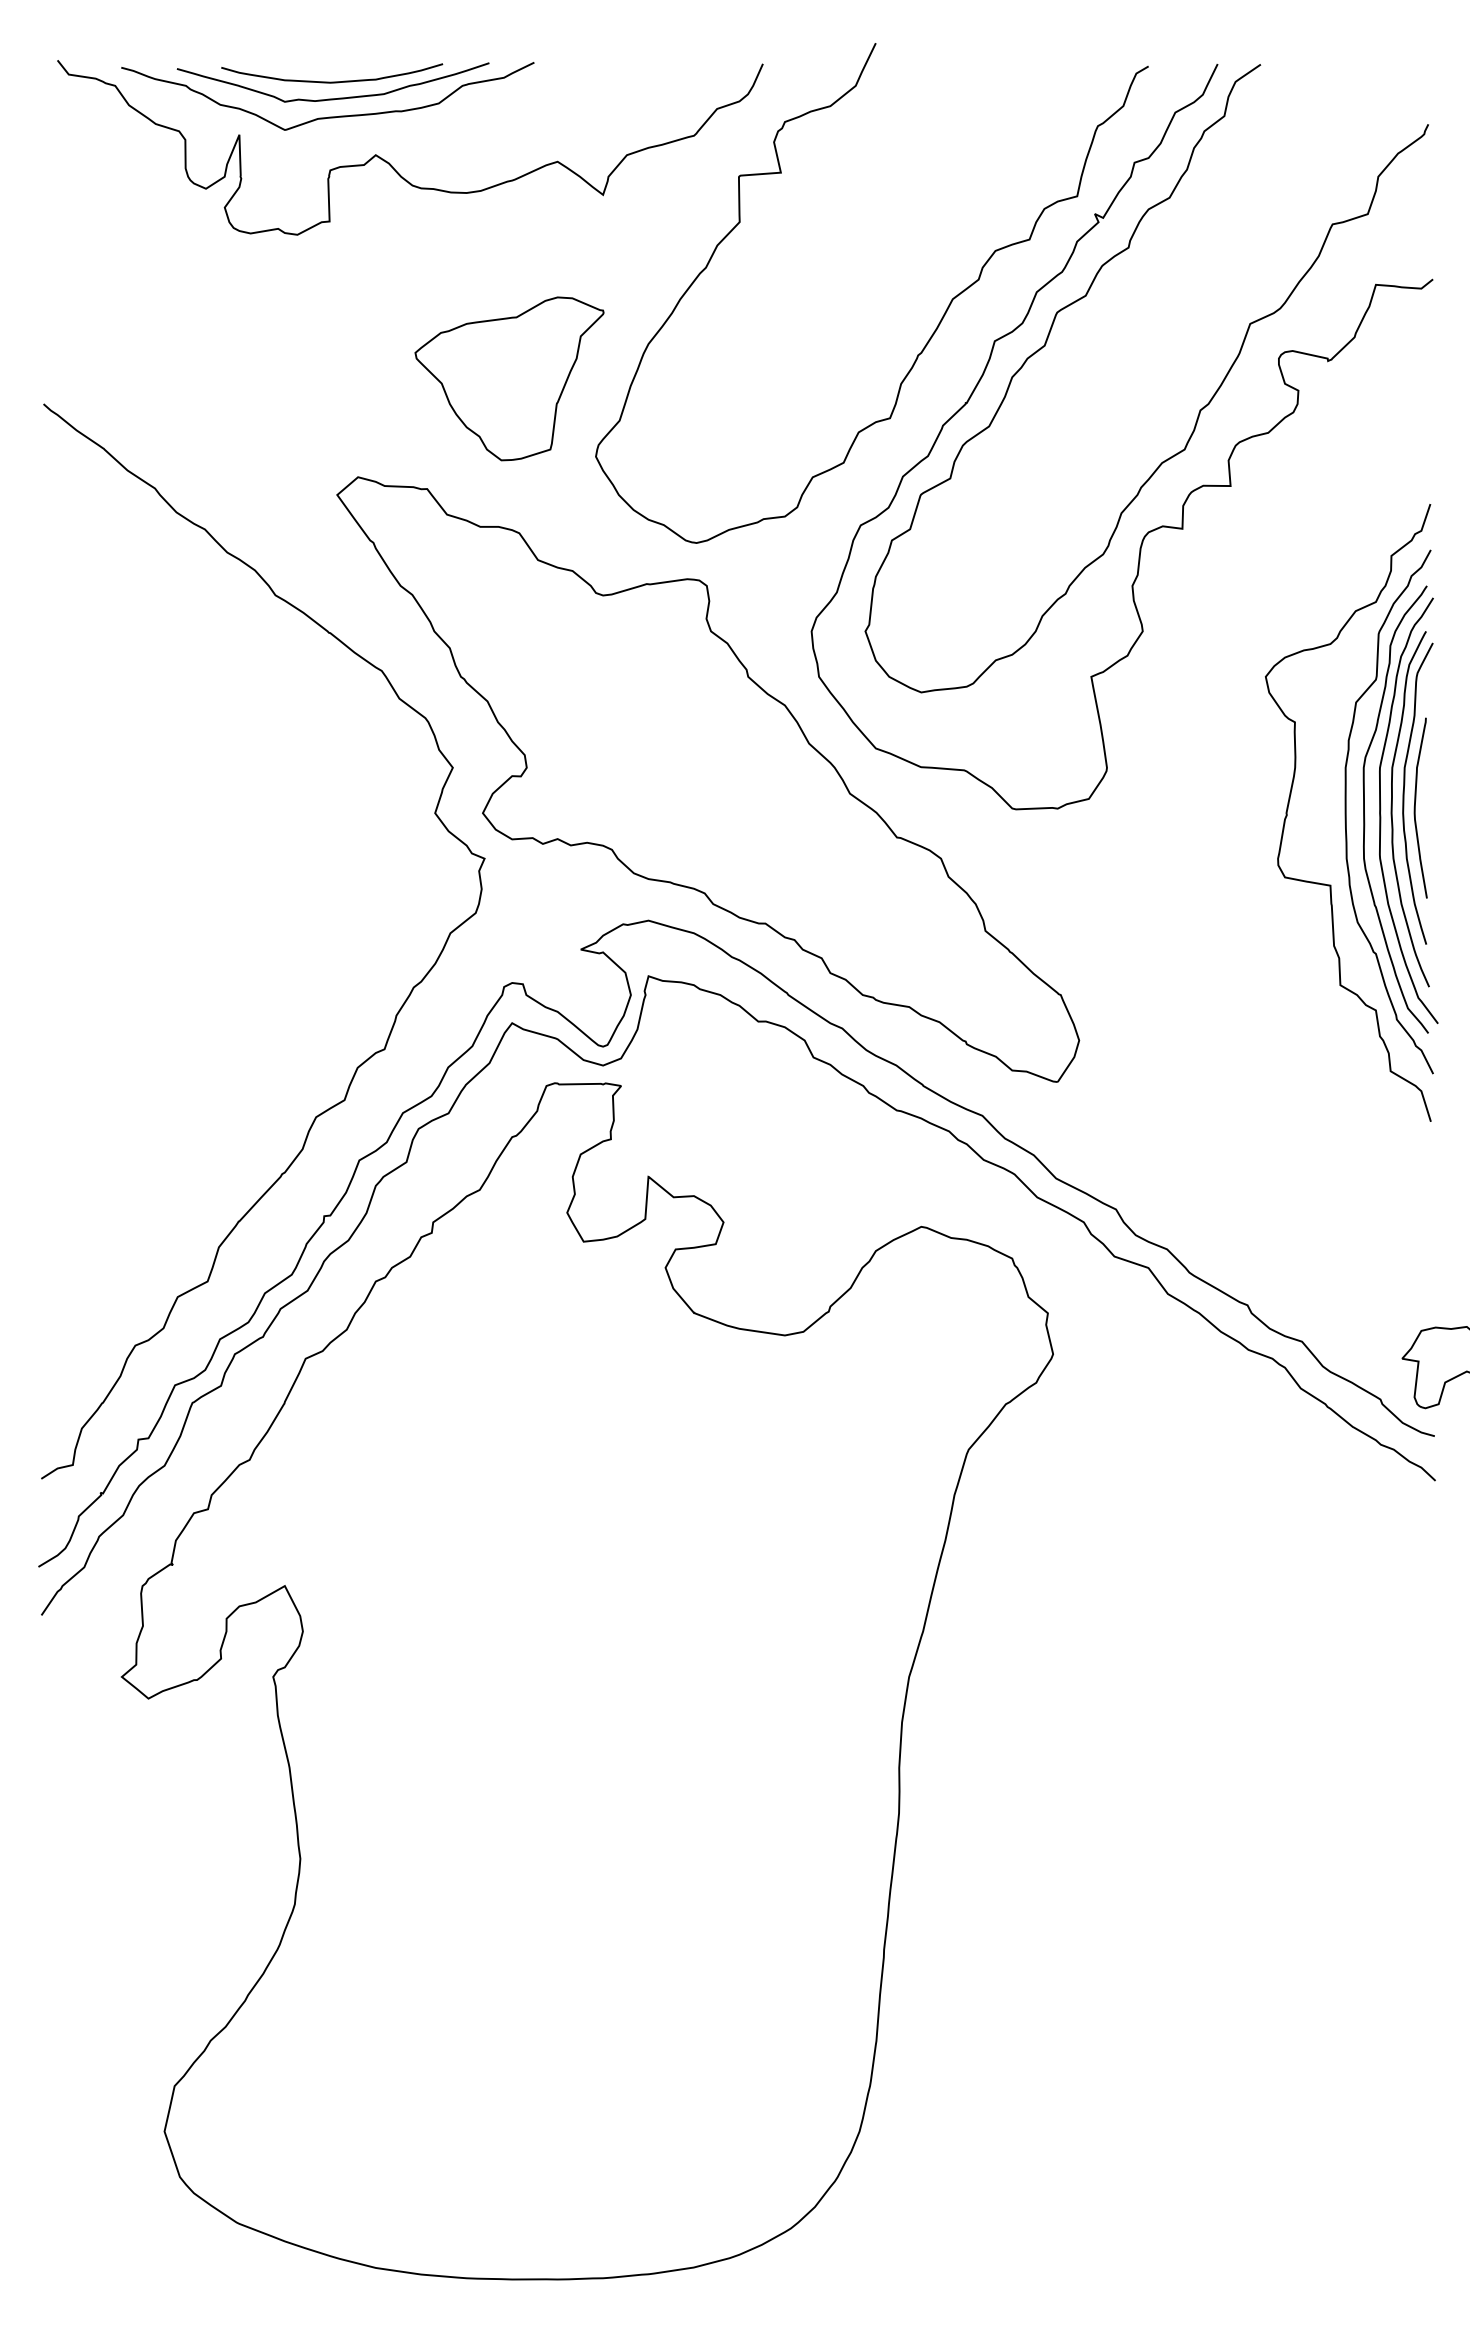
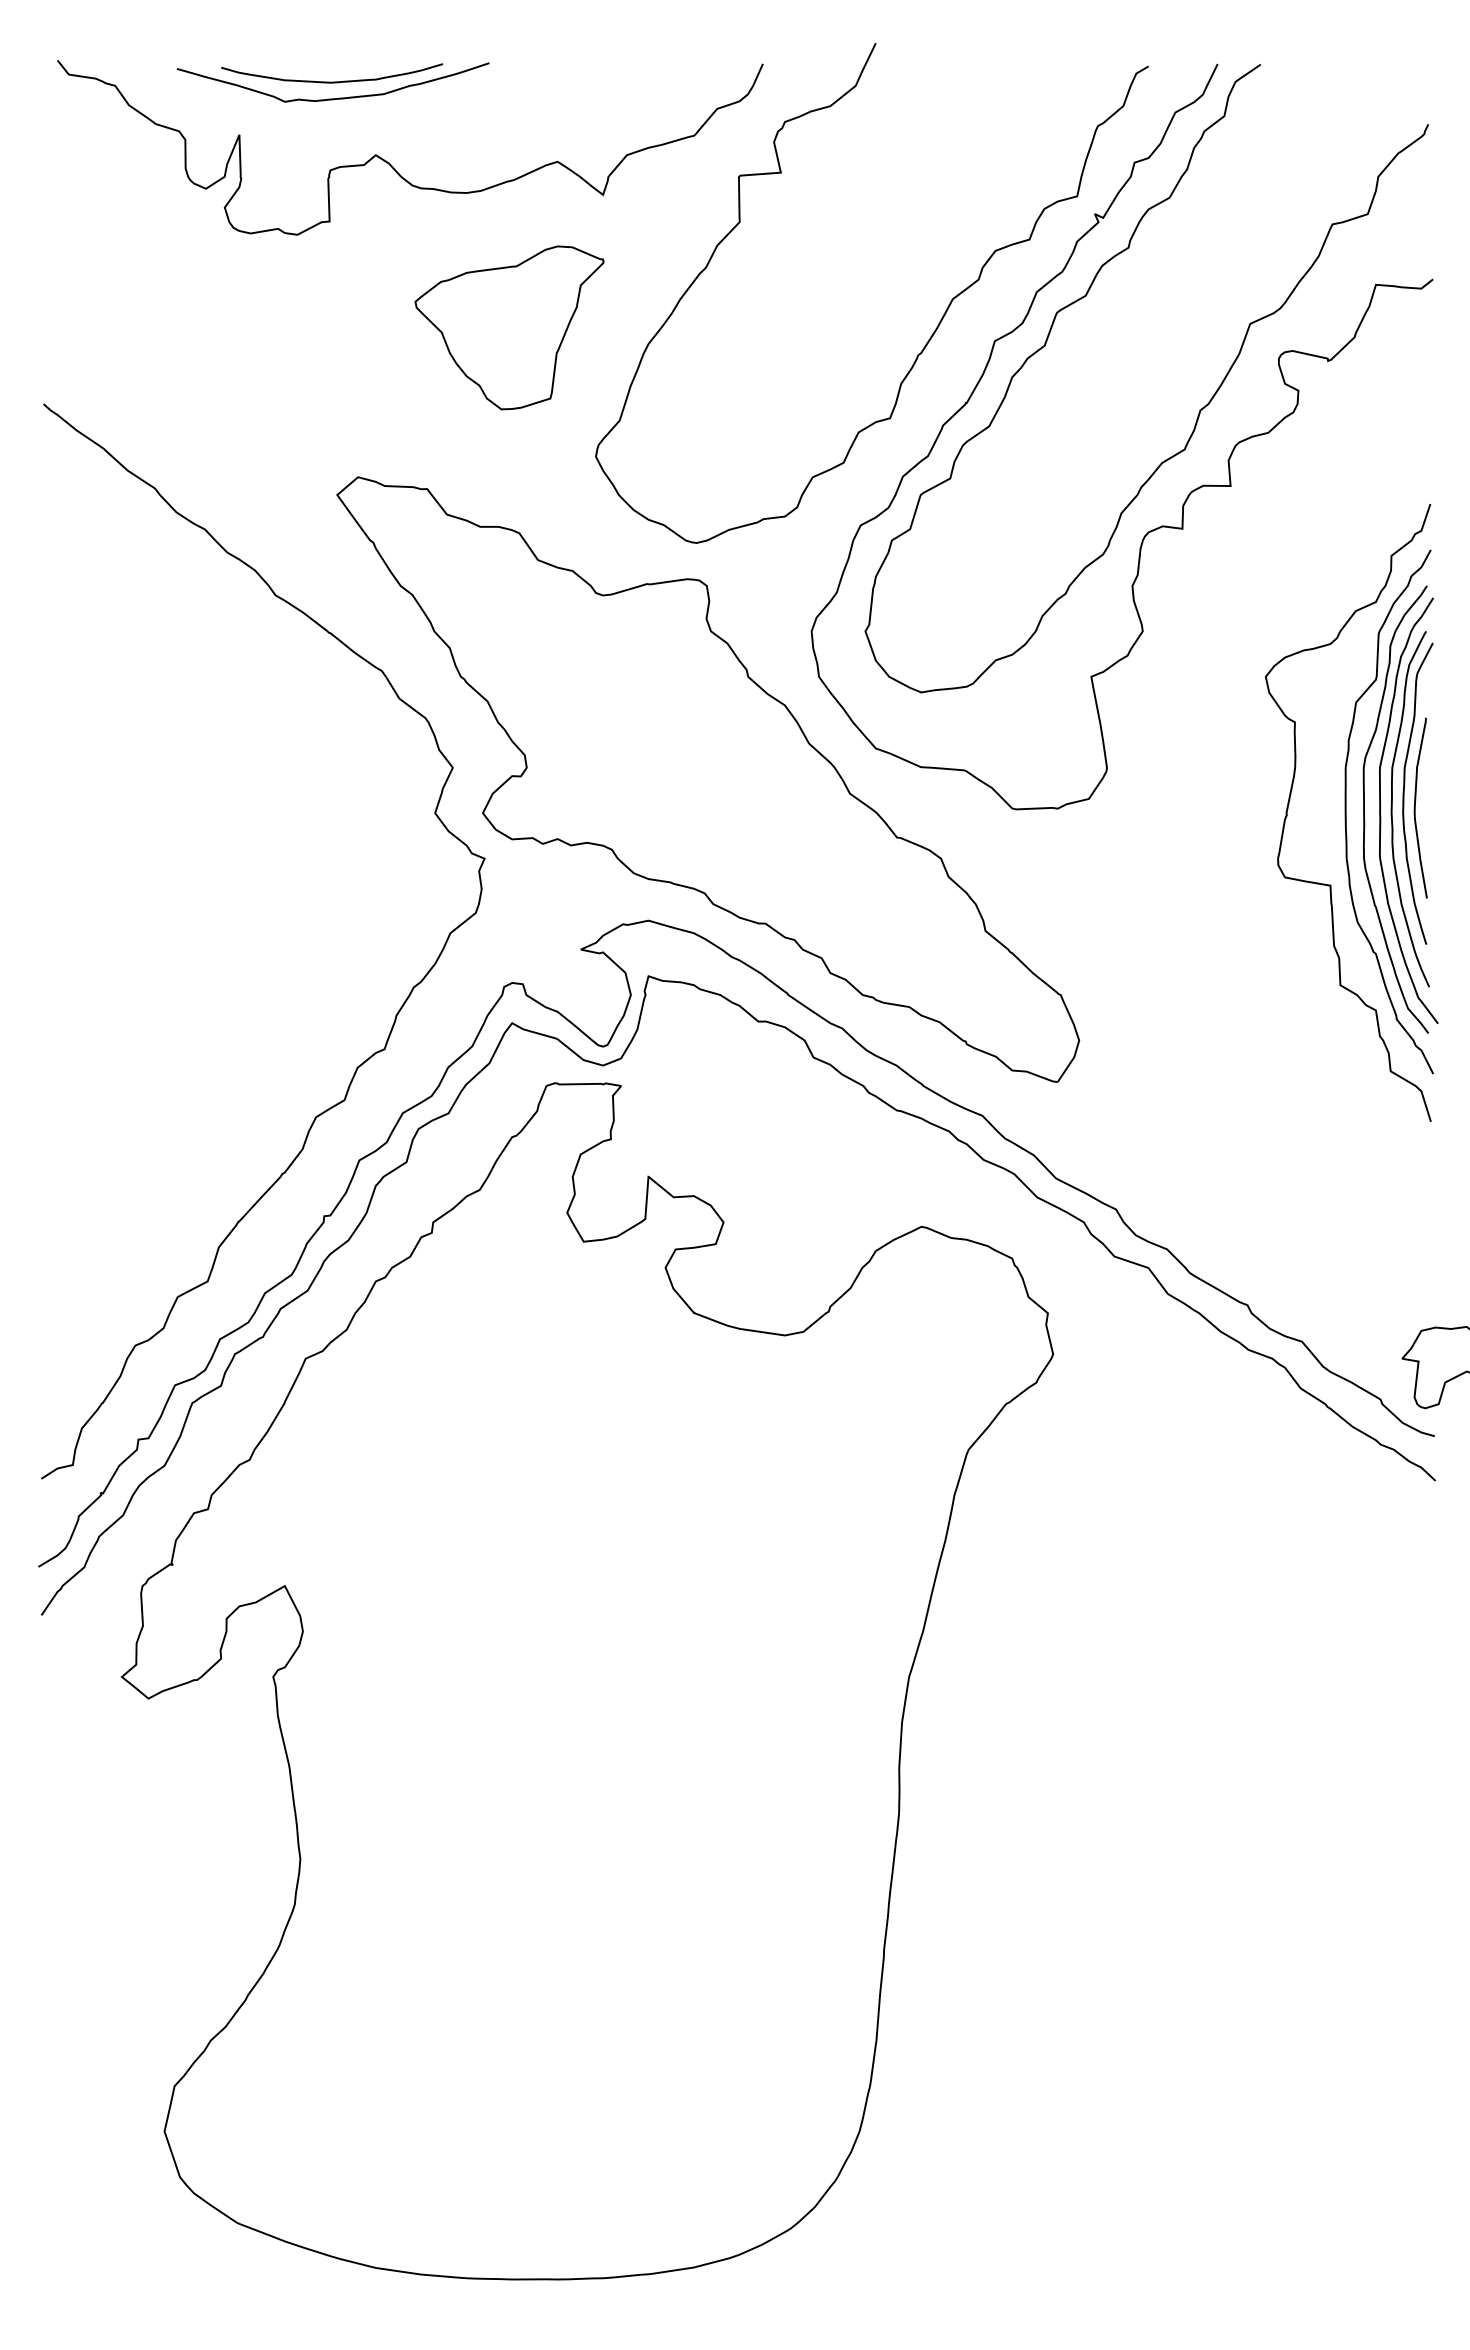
curve at (328, 116): present -> none
part at (509, 378) position: (509, 378) -> (509, 327)
